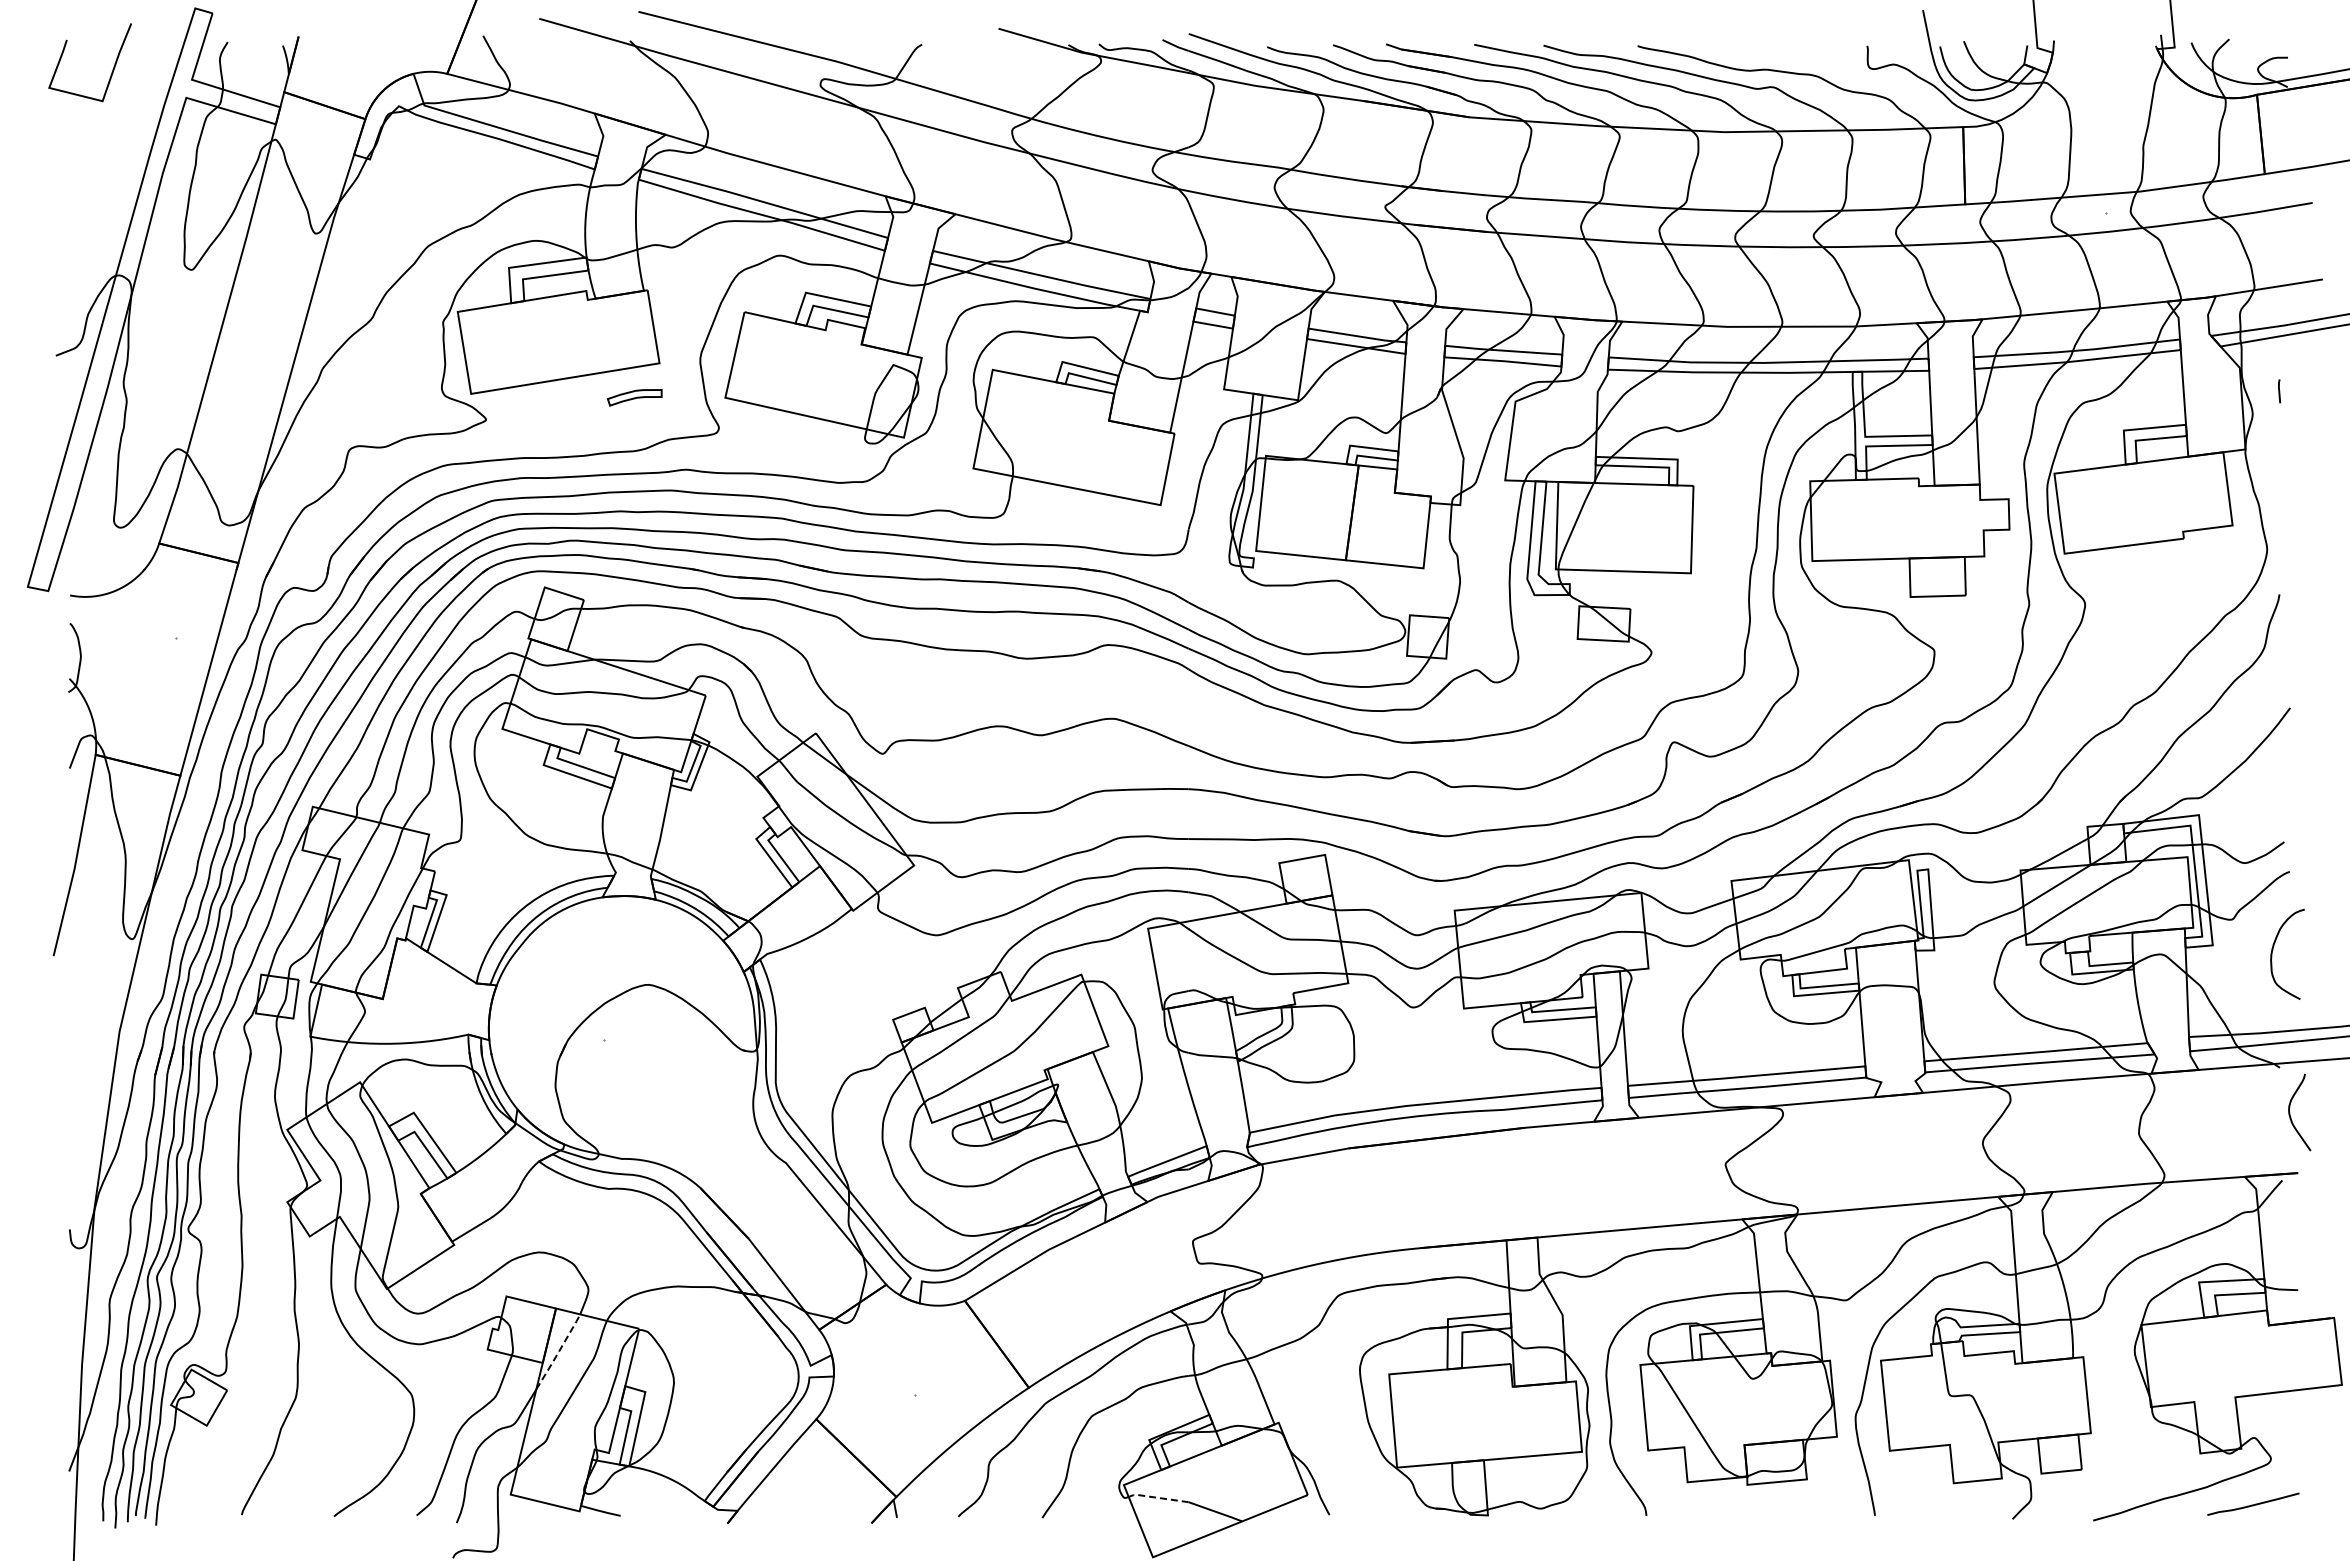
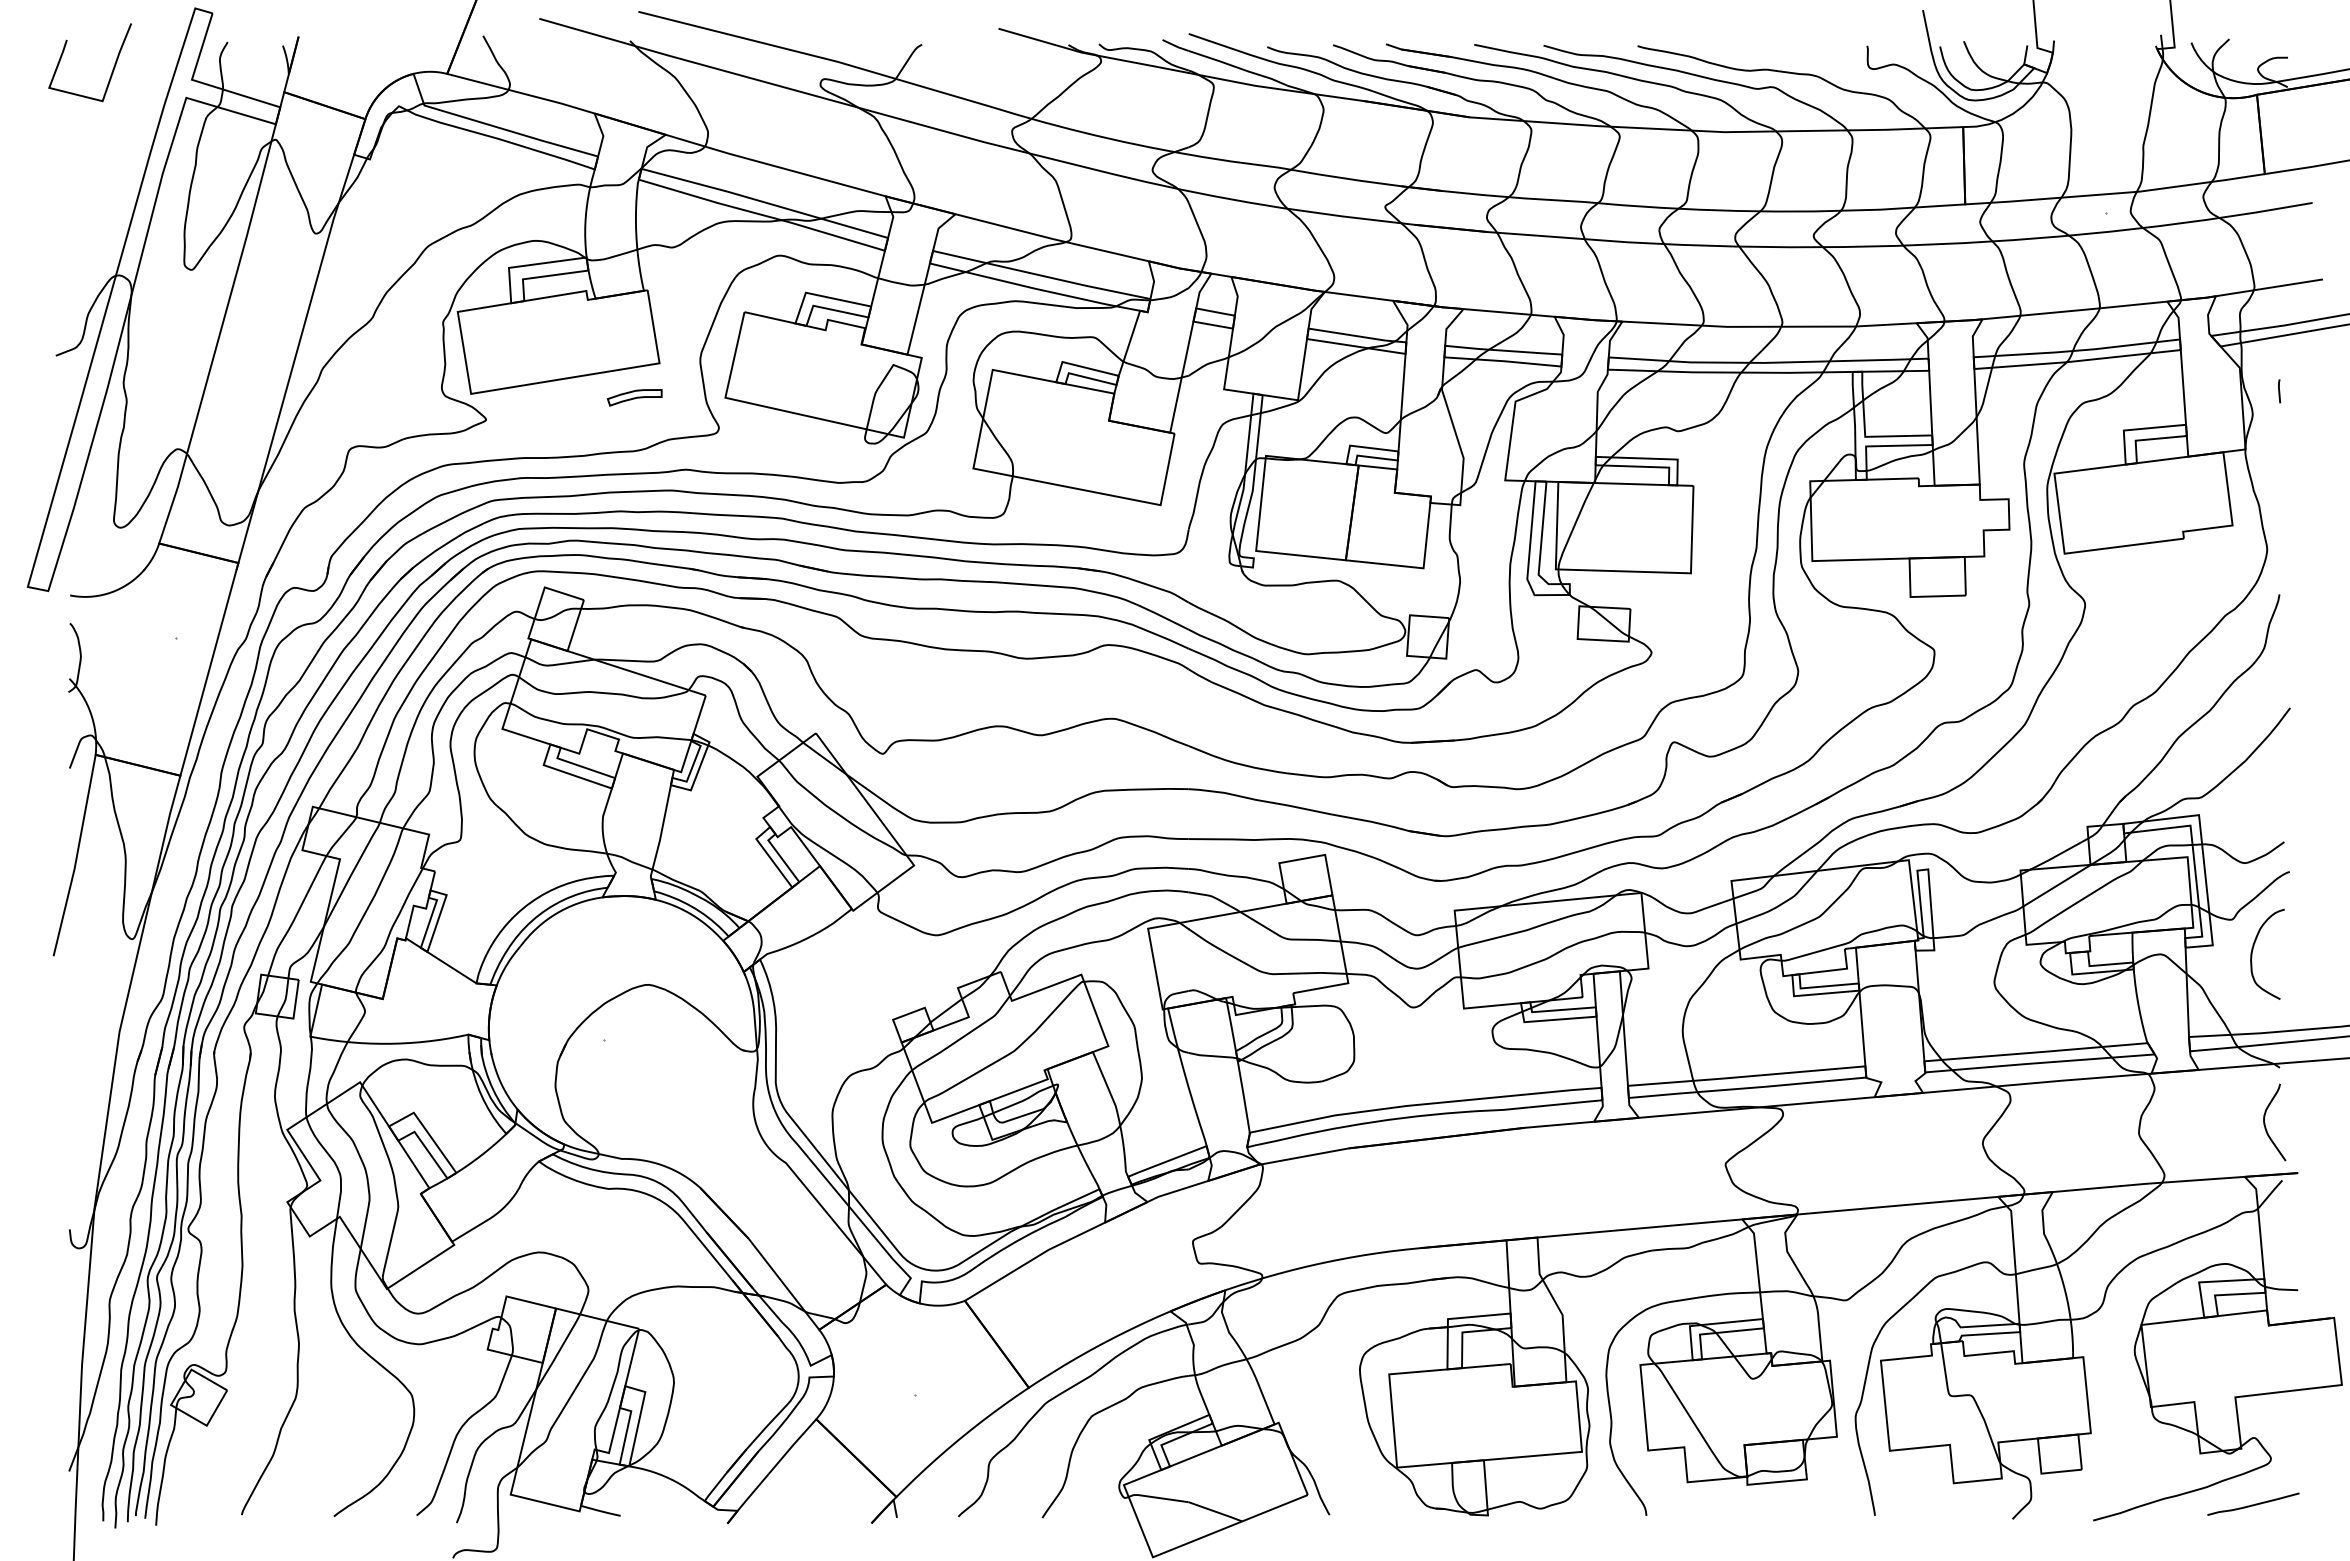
curve at (2273, 950) position: (2273, 950) -> (2253, 950)
curve at (2290, 1112) position: (2290, 1112) -> (2265, 1122)
line at (558, 1351): dashed -> solid
line at (1156, 1497): dashed -> solid
